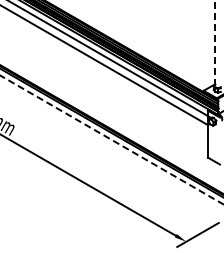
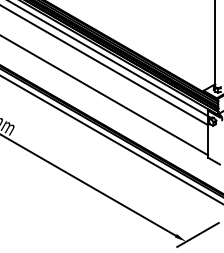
line at (215, 43): dashed -> solid
line at (104, 95): none -> present
line at (111, 139): dashed -> solid
